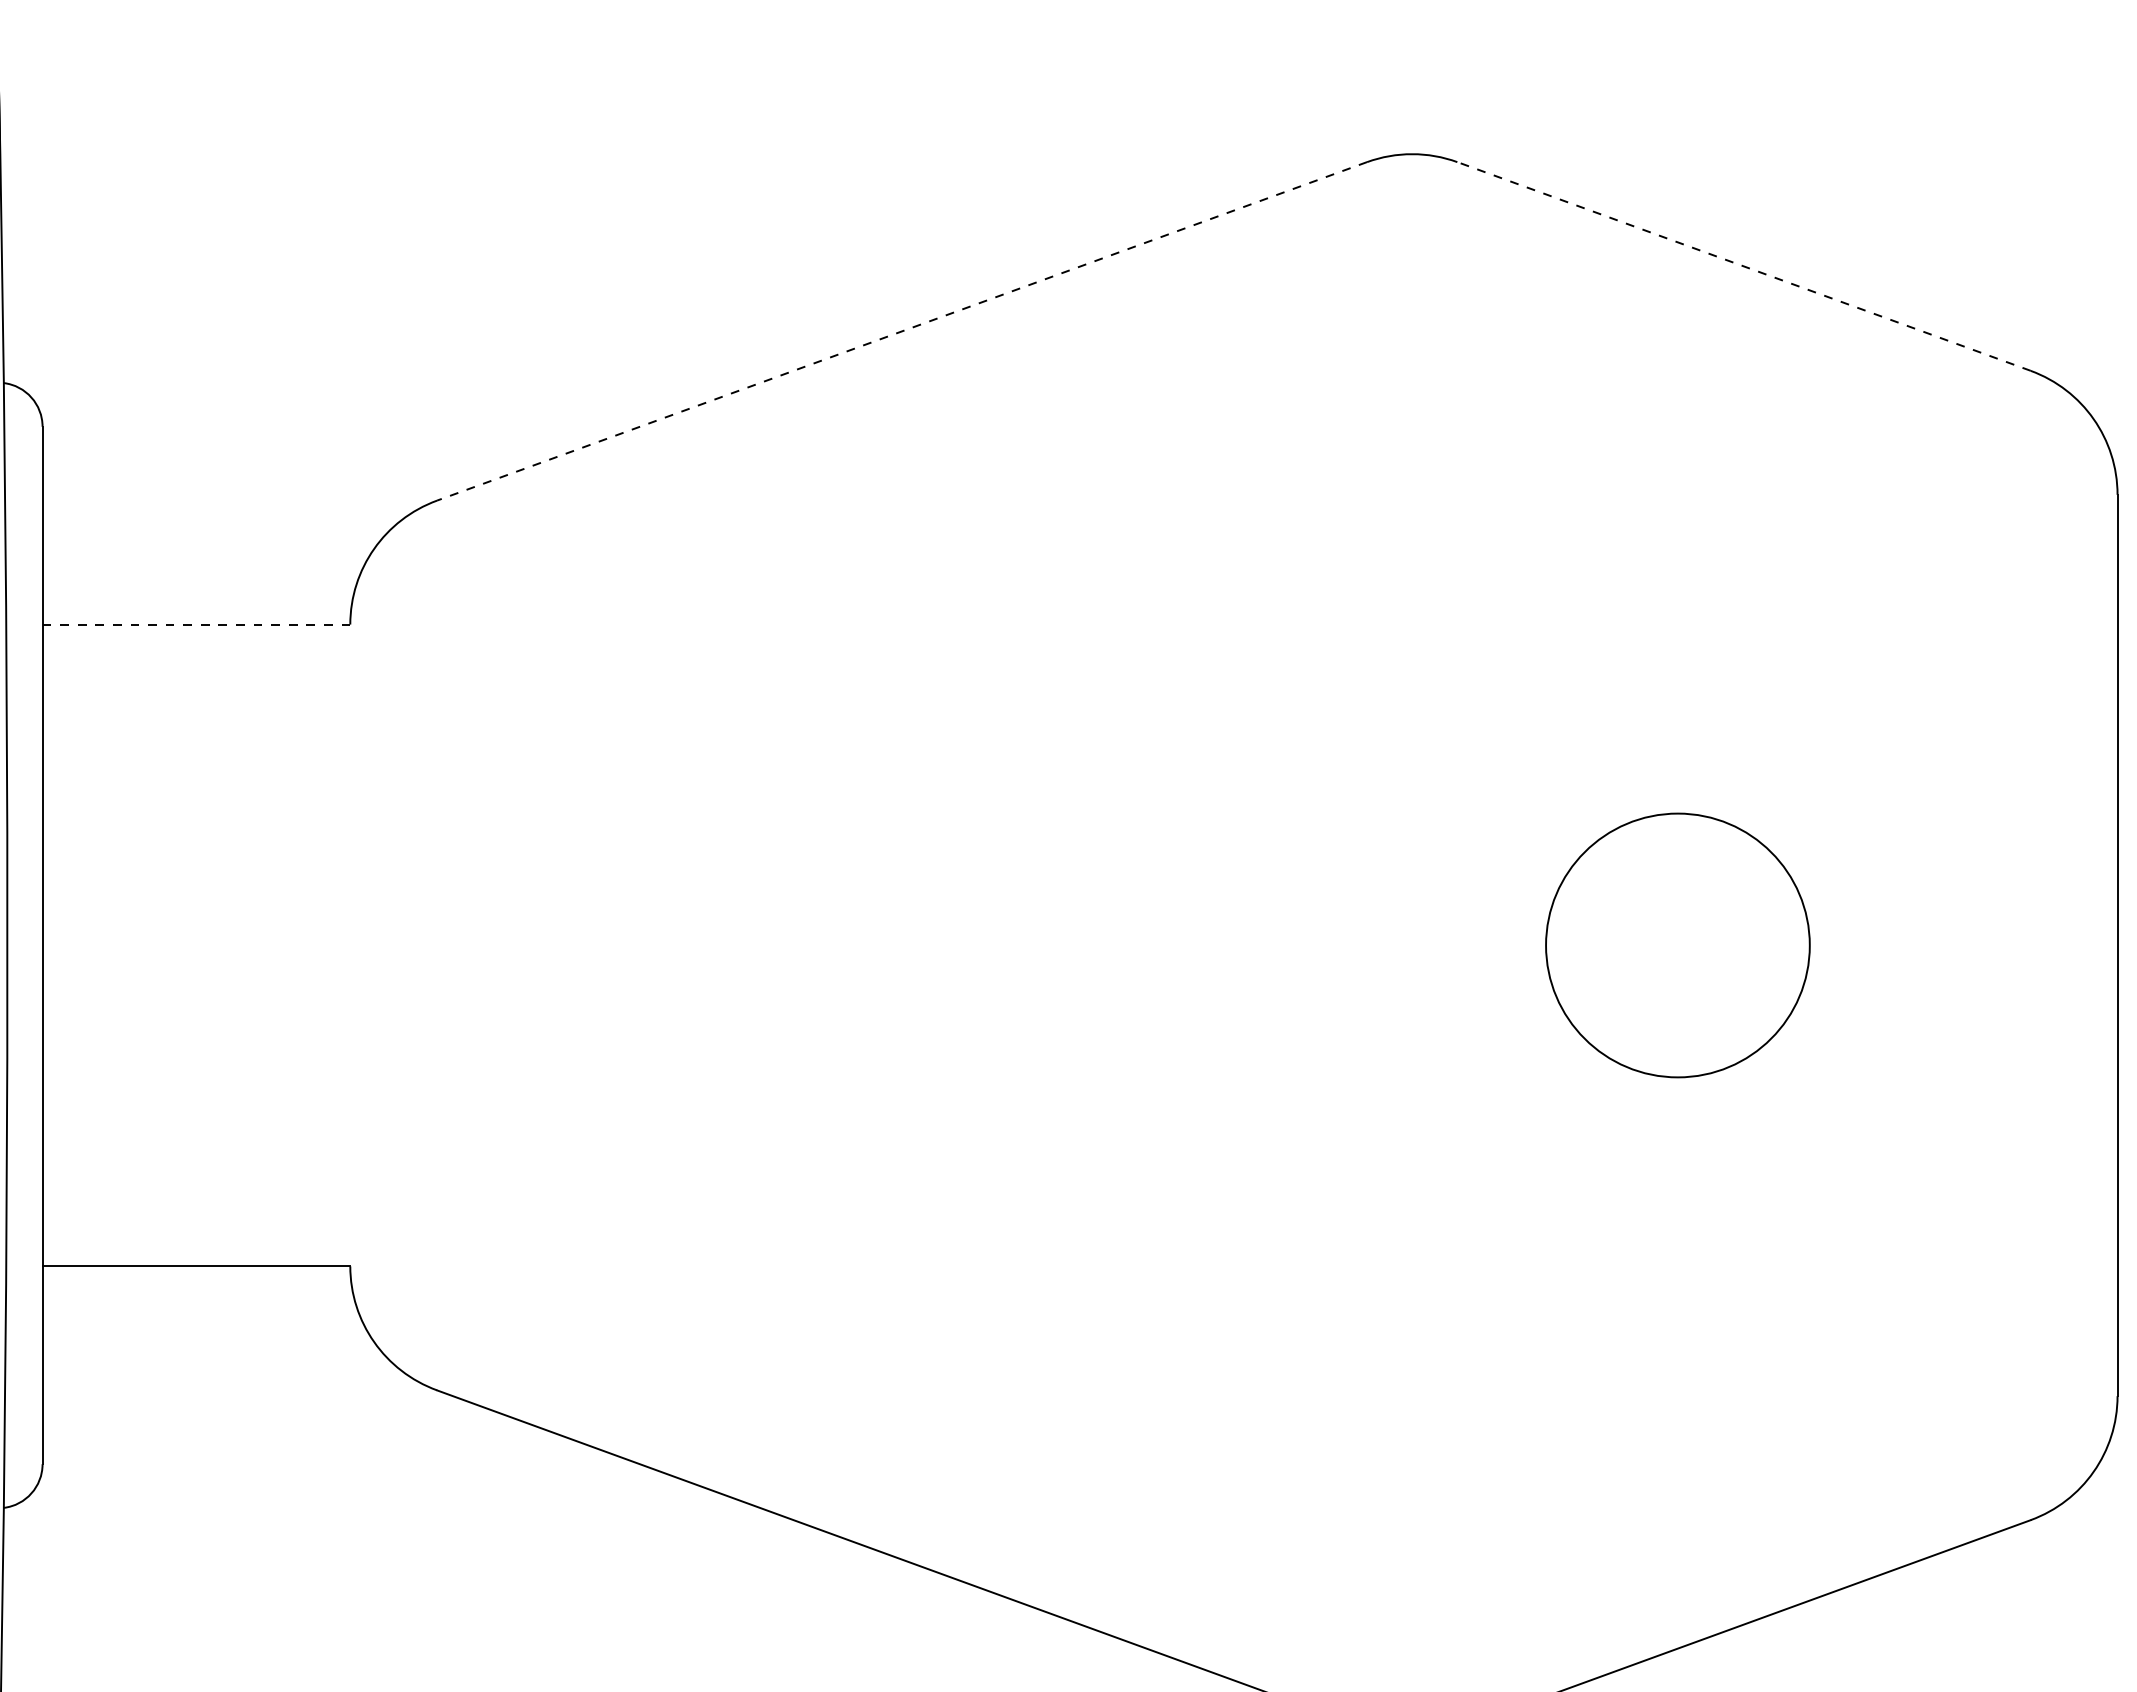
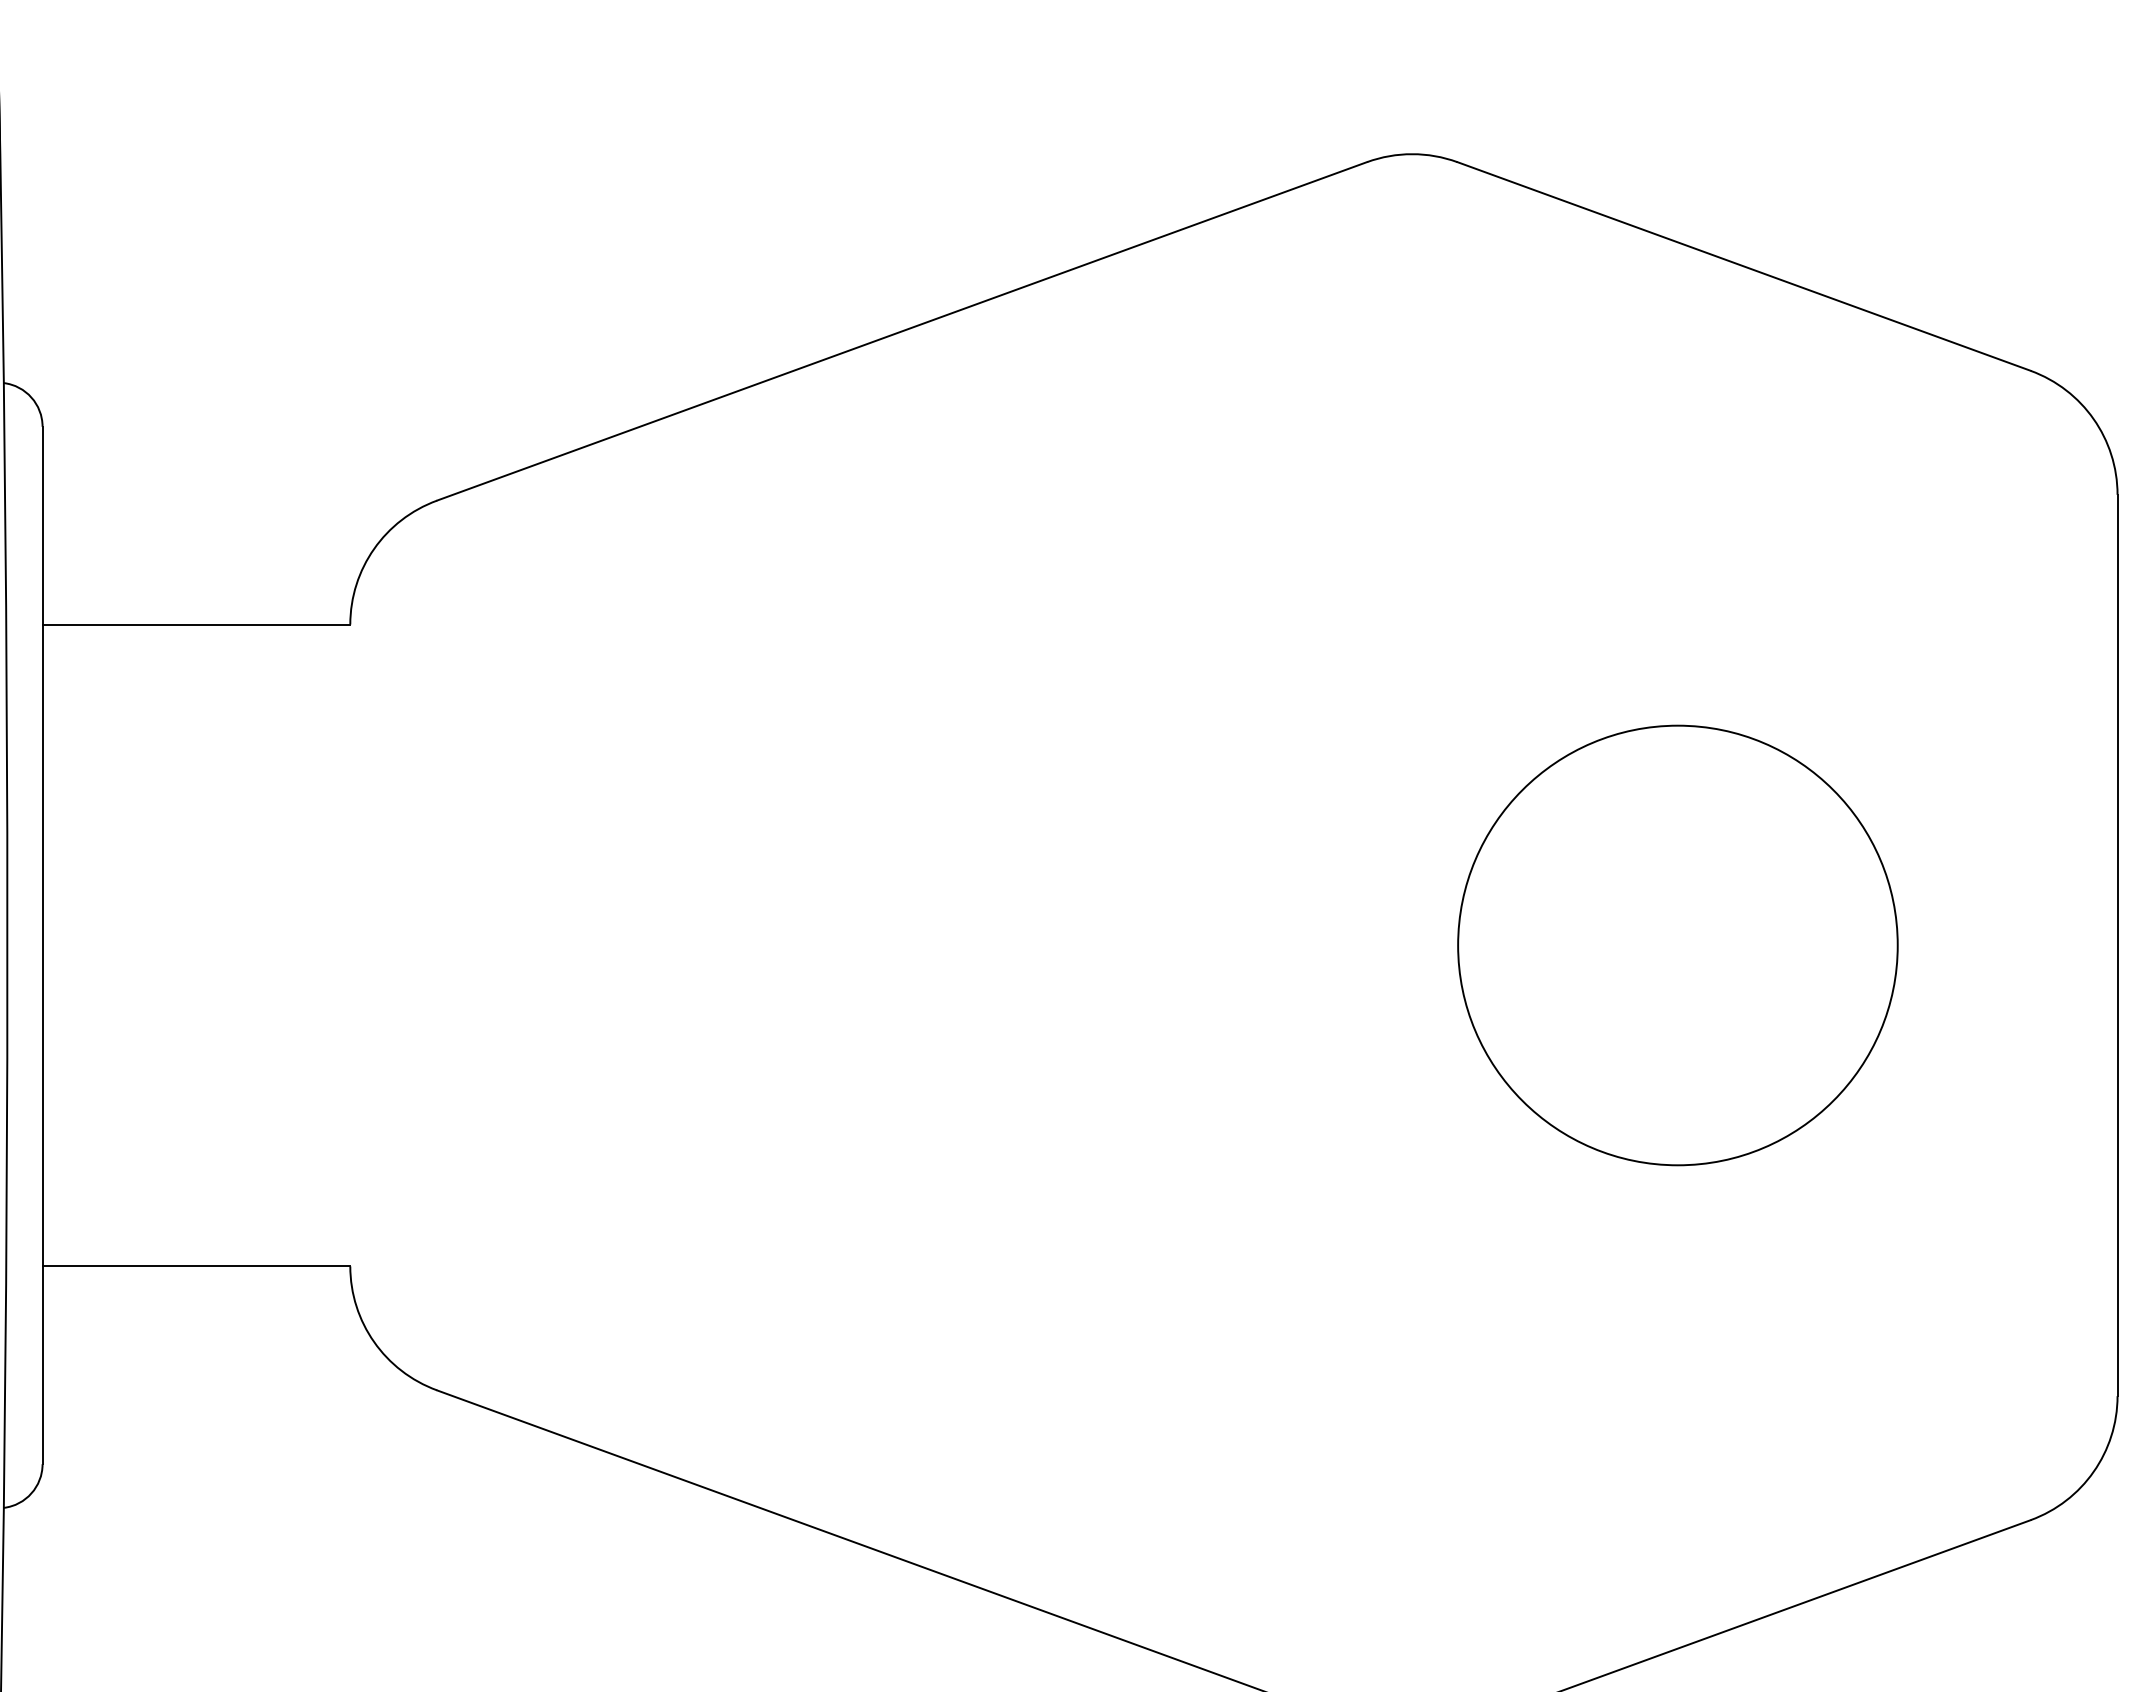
line at (1743, 266): dashed -> solid
line at (902, 331): dashed -> solid
line at (196, 624): dashed -> solid
circle at (1677, 945) diameter: 264 px -> 440 px
